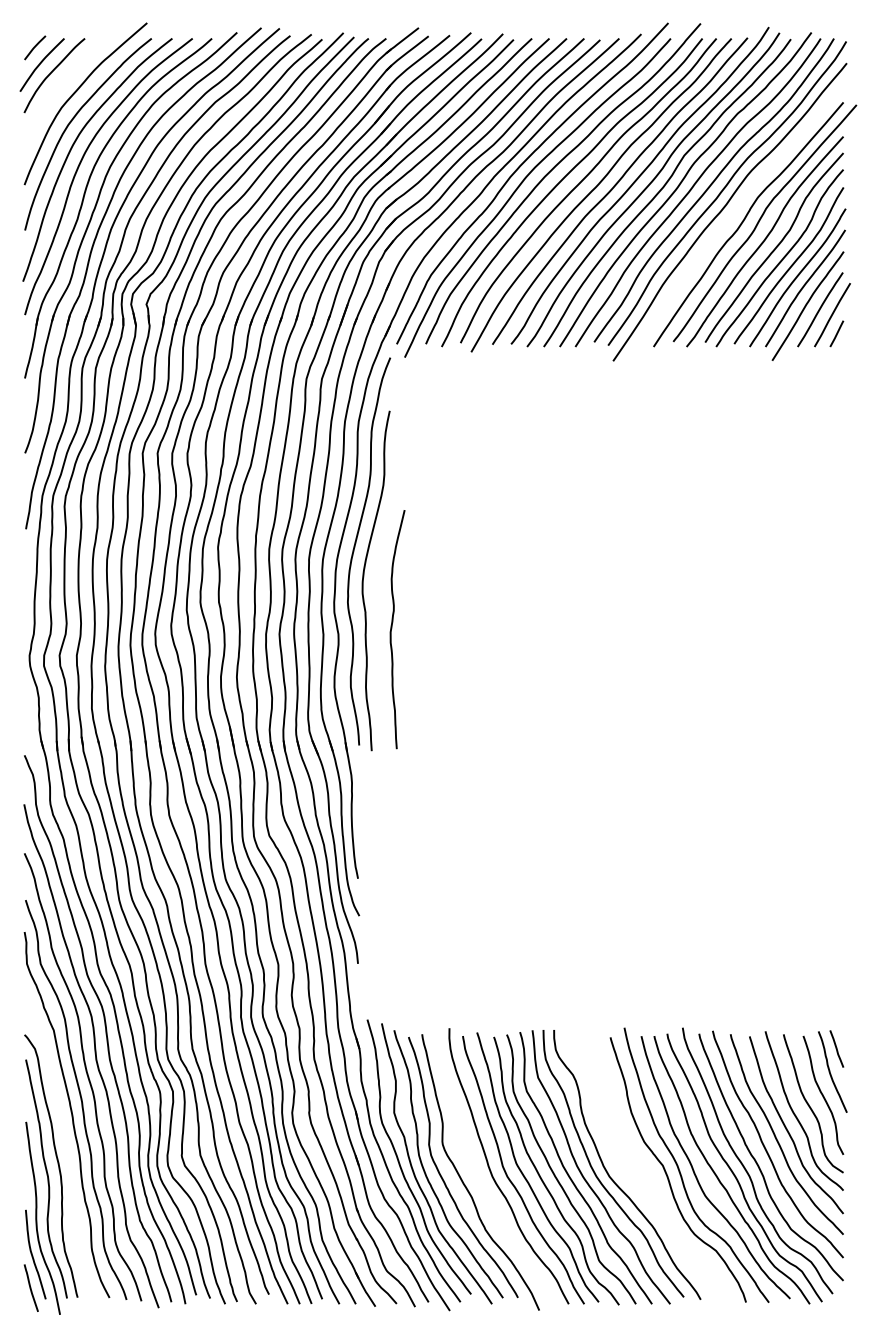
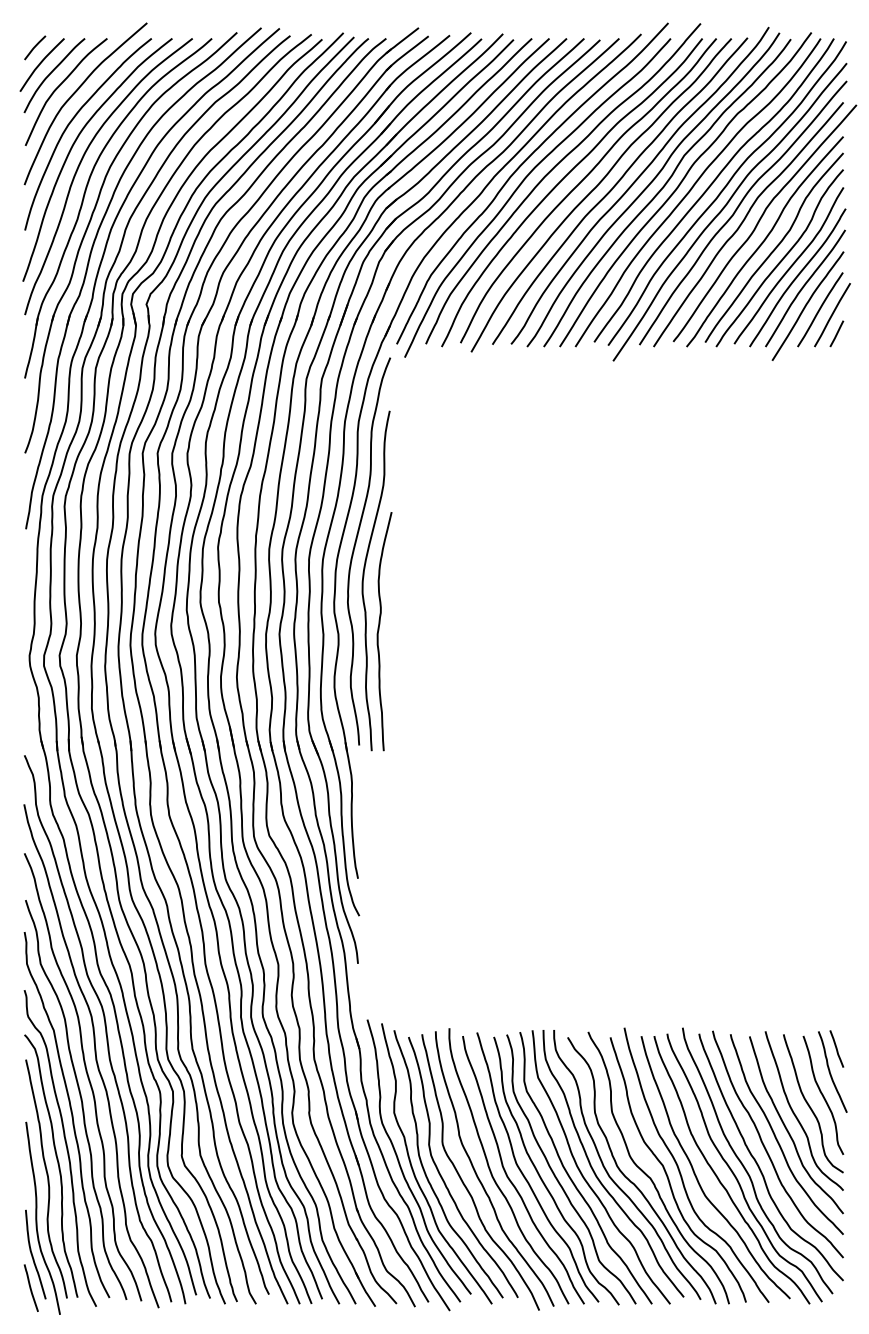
curve at (60, 86): none -> present
curve at (738, 208): none -> present
curve at (392, 628) position: (392, 628) -> (379, 630)
curve at (65, 1145): none -> present
part at (648, 1167): none -> present
curve at (478, 1176): none -> present
